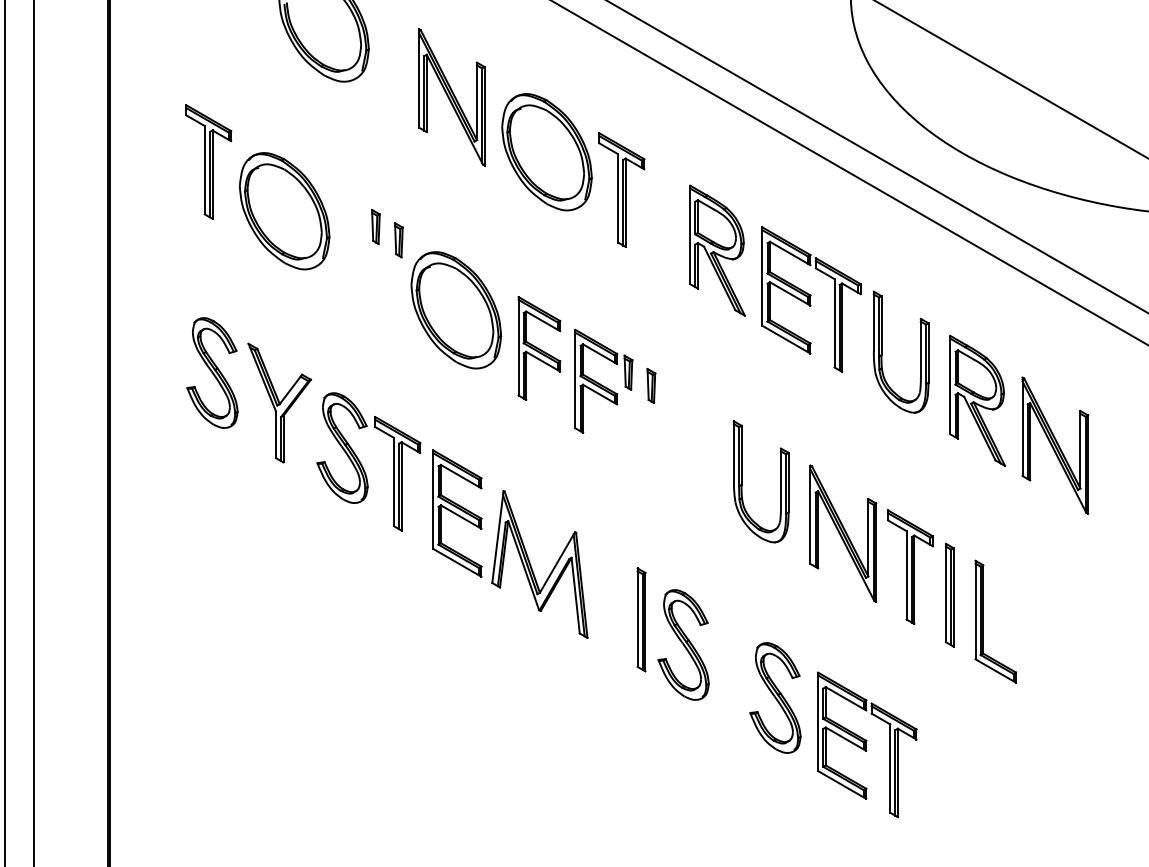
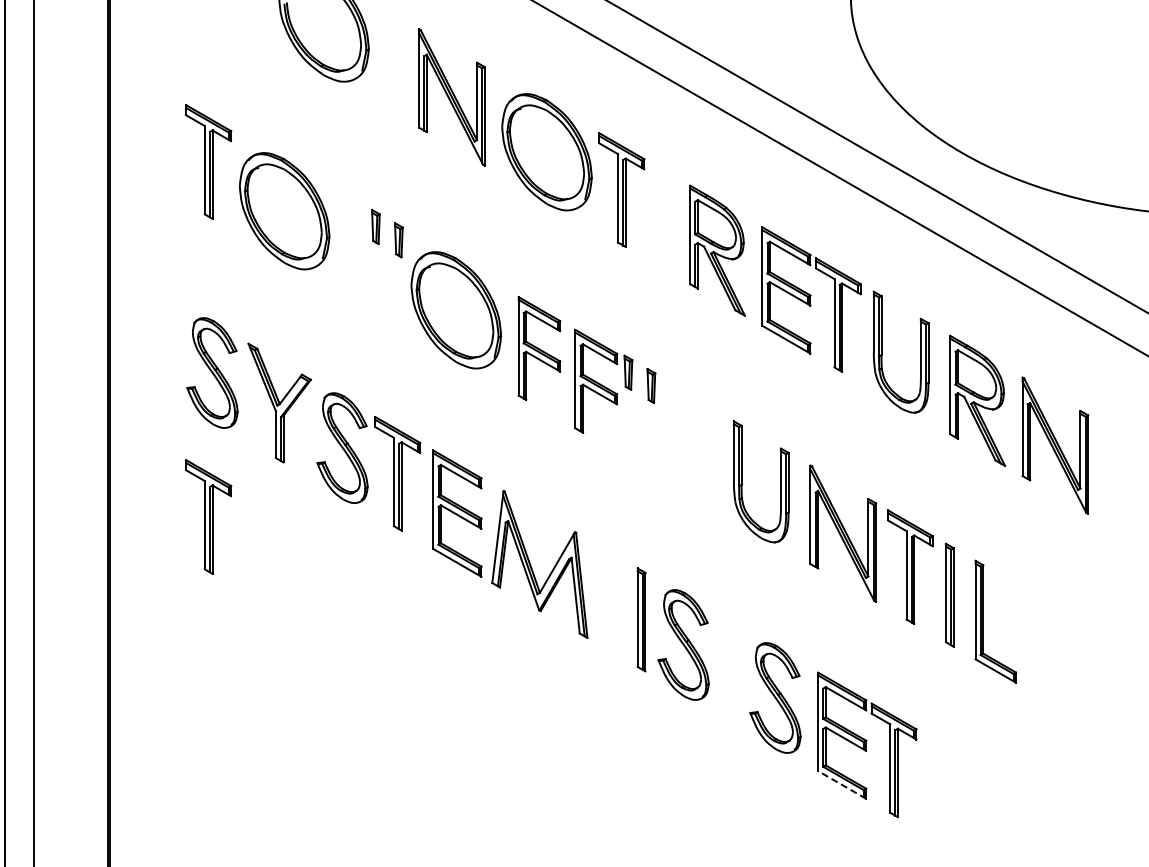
line at (1011, 79): present -> none
line at (849, 172) position: (849, 172) -> (839, 178)
part at (208, 516): none -> present
line at (842, 784): solid -> dashed
